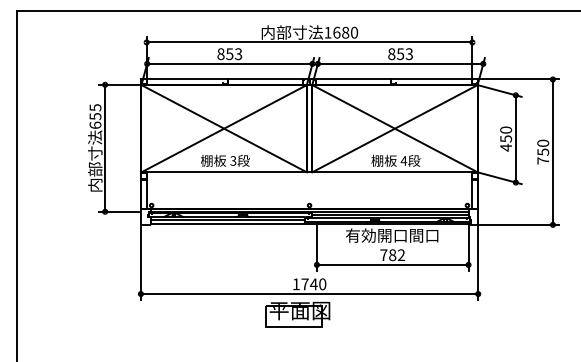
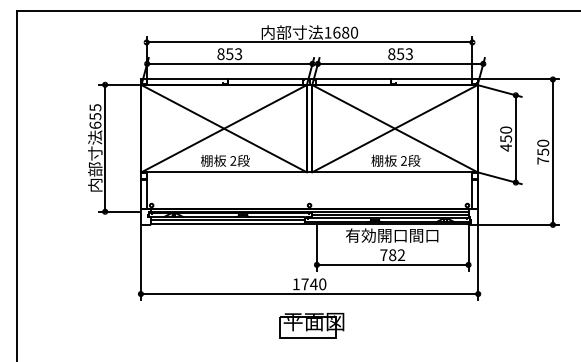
text at (403, 160): 4 -> 2
text at (233, 161): 3 -> 2
part at (297, 314) position: (297, 314) -> (311, 325)
